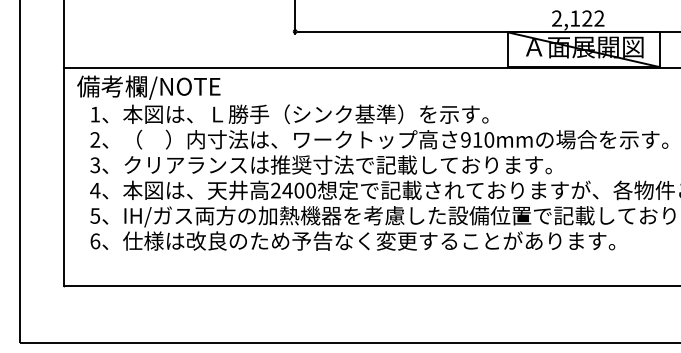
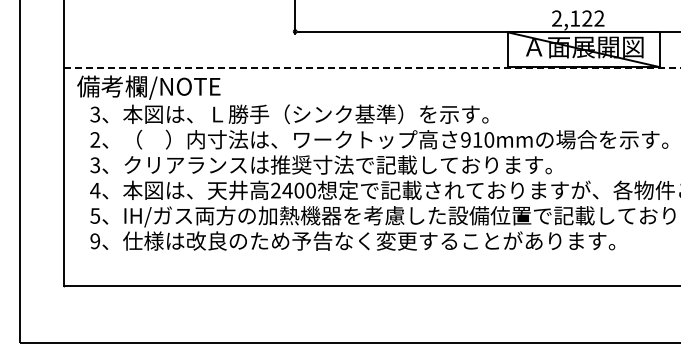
line at (372, 68): solid -> dashed
text at (94, 114): 1 -> 3
text at (95, 241): 6 -> 9
